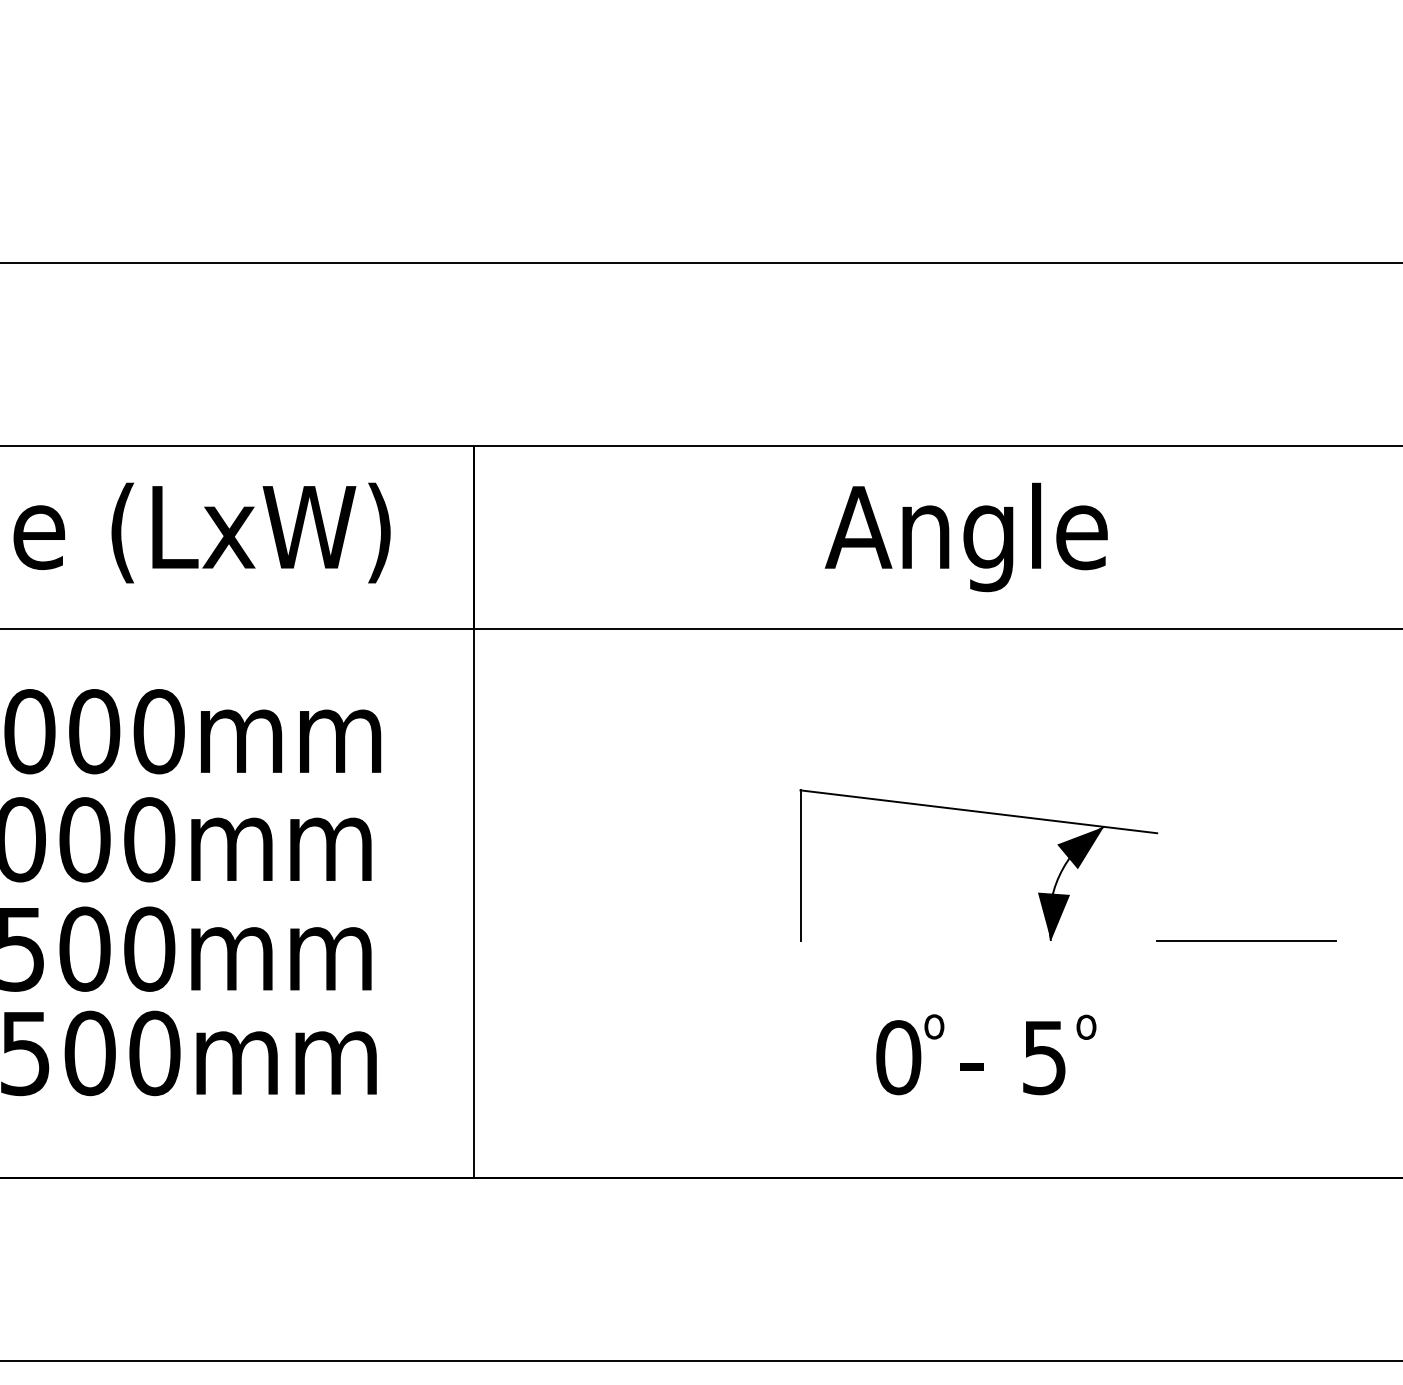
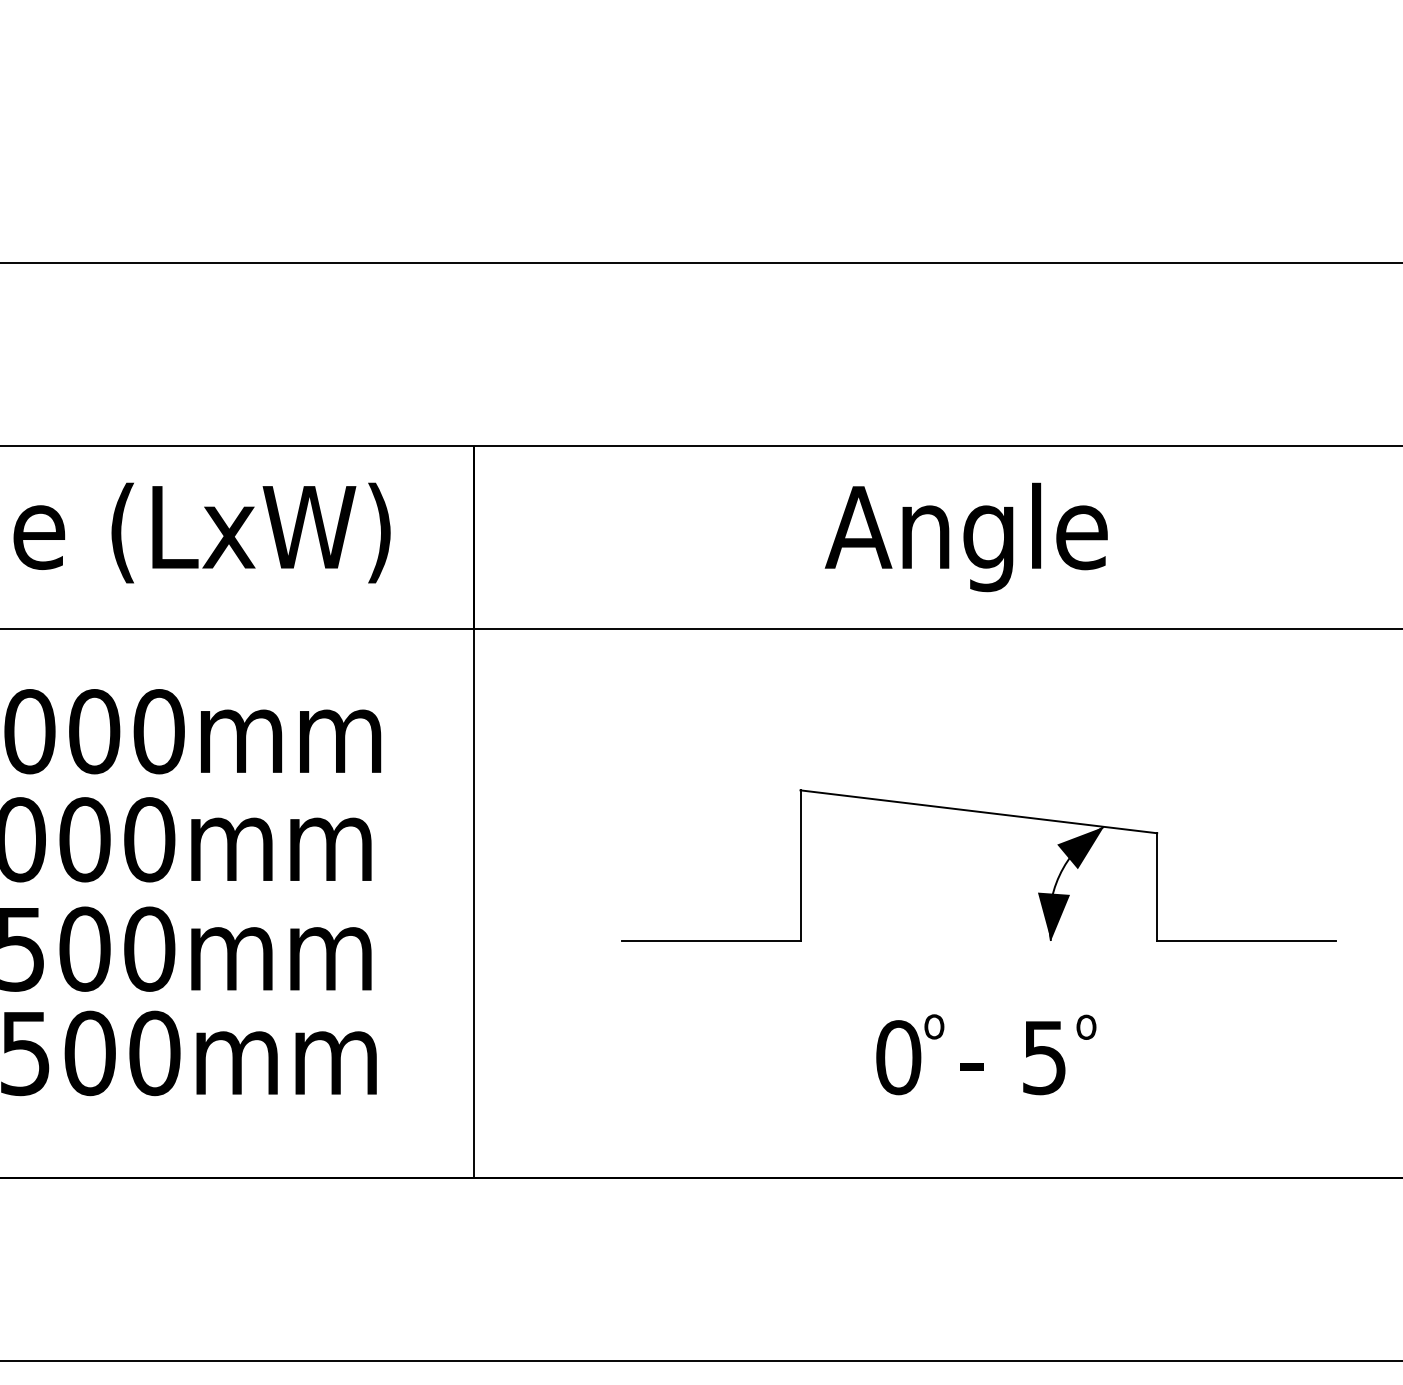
line at (1157, 886): none -> present
line at (711, 940): none -> present
